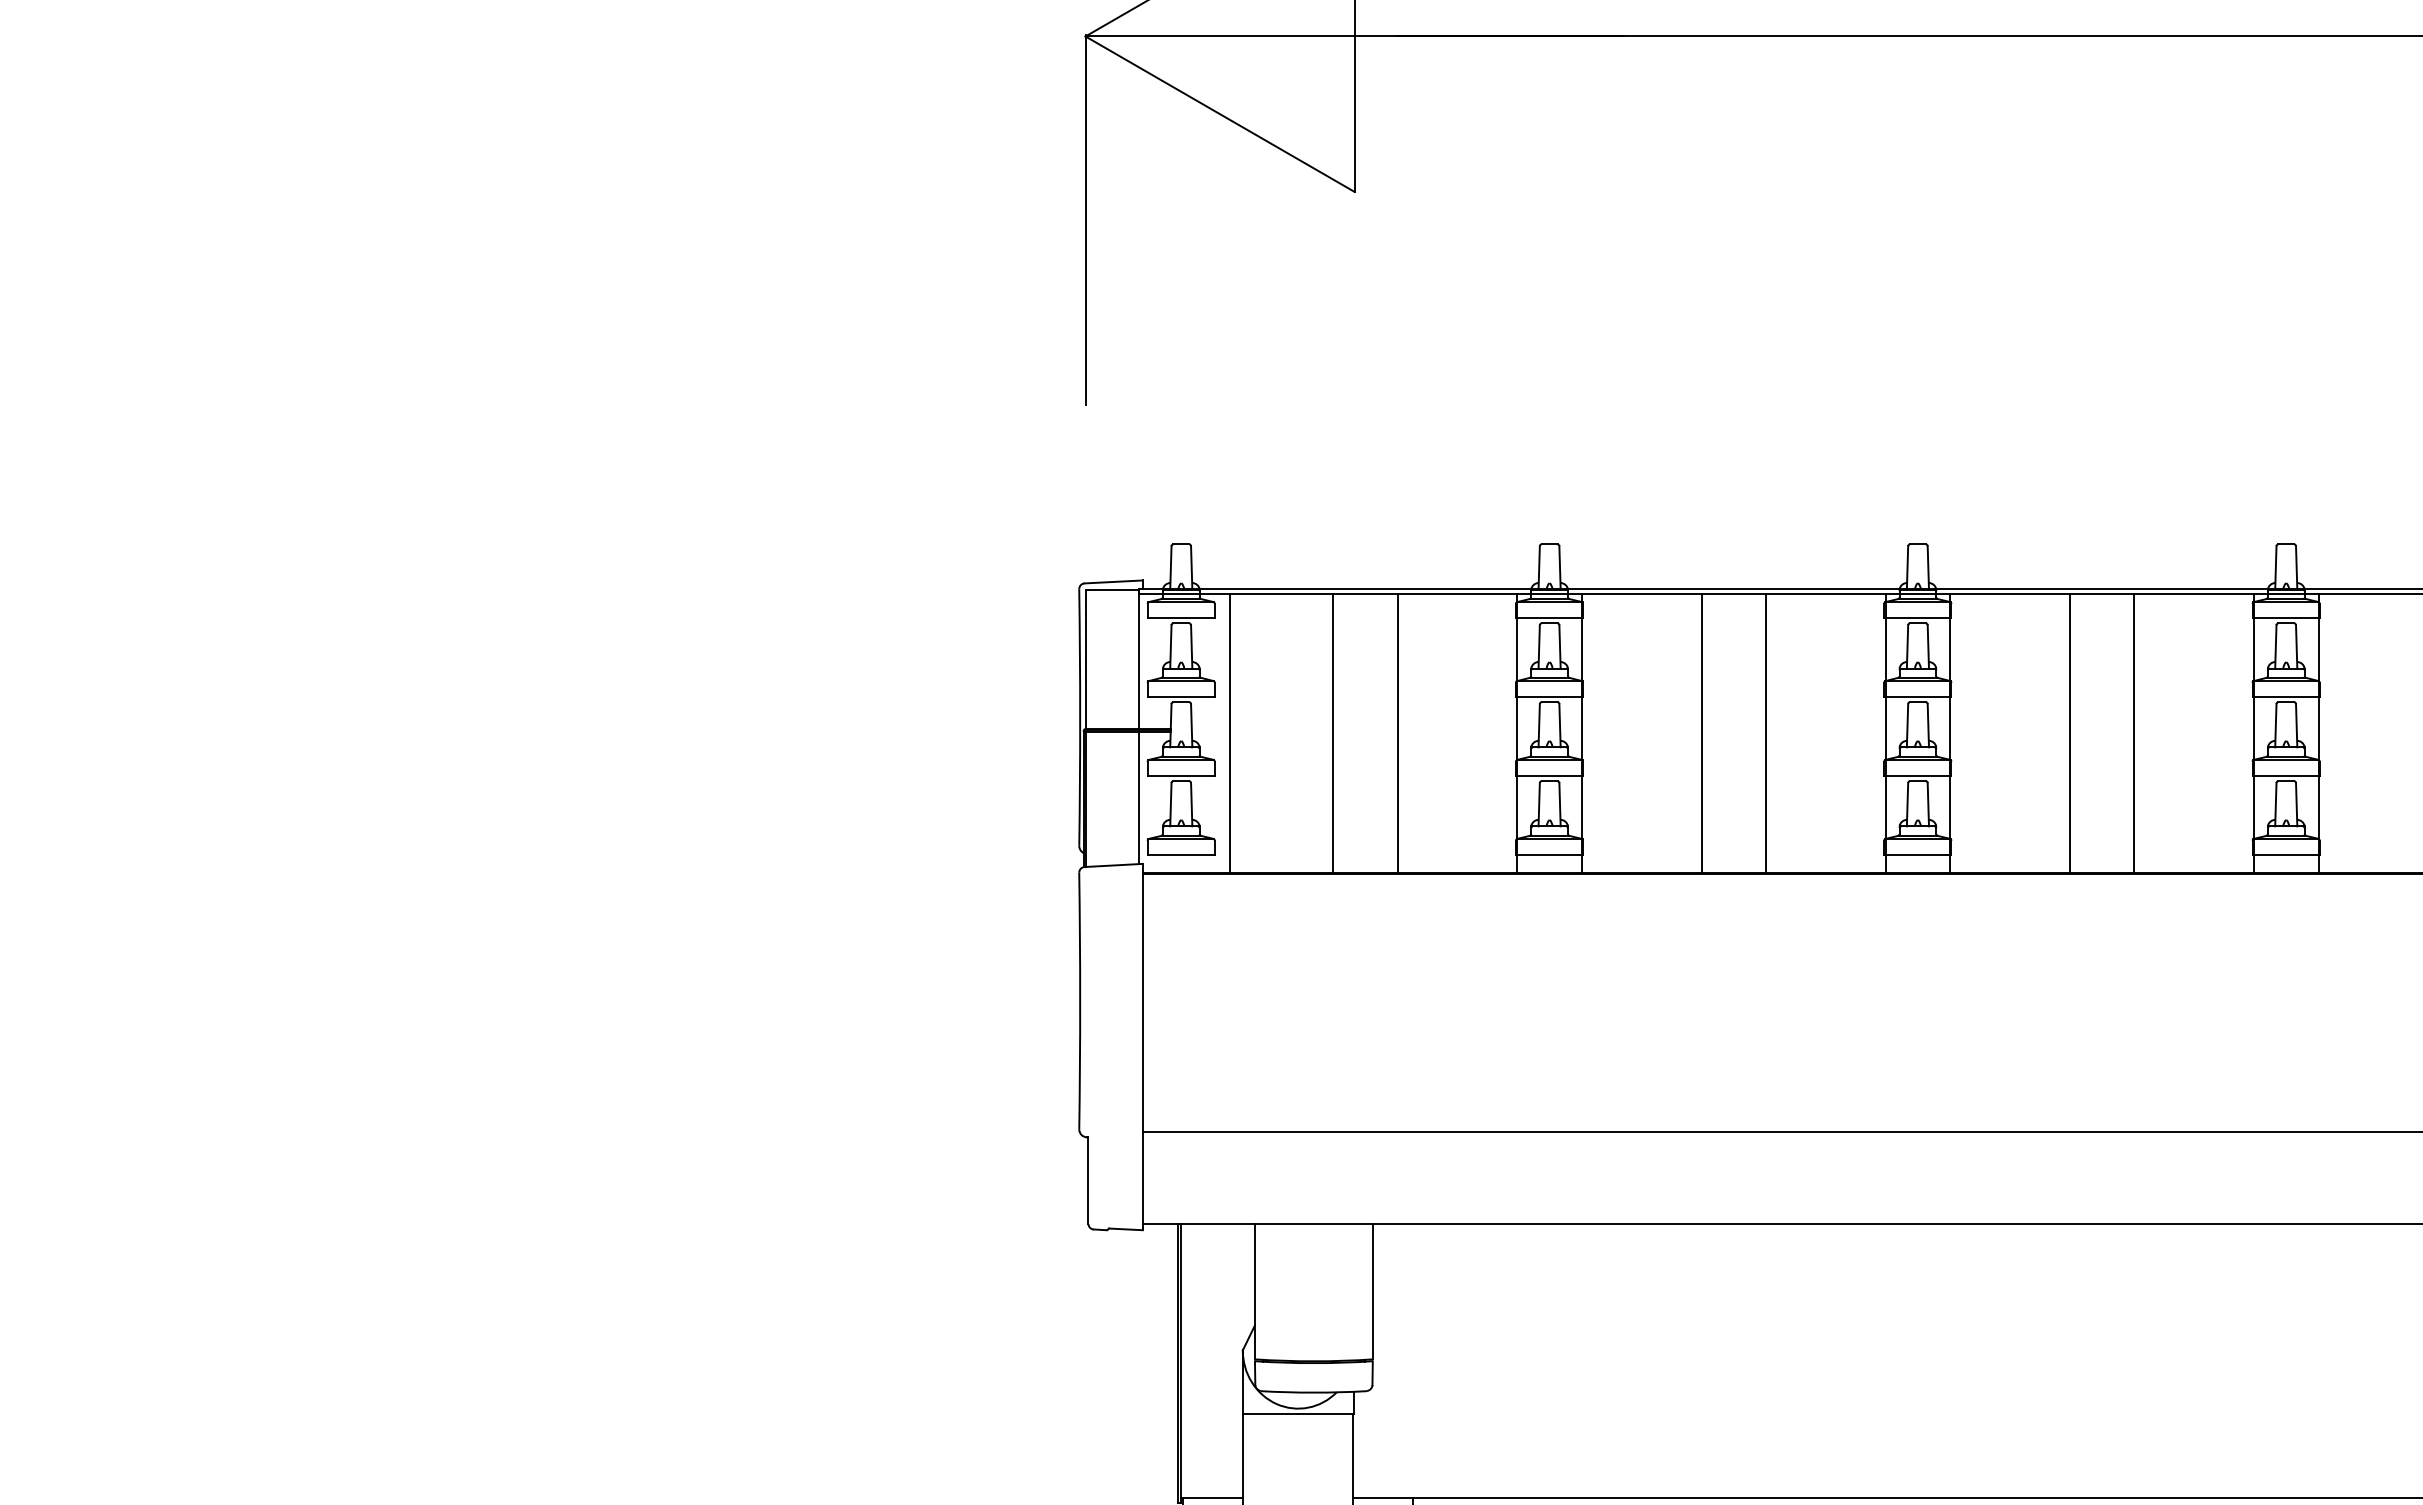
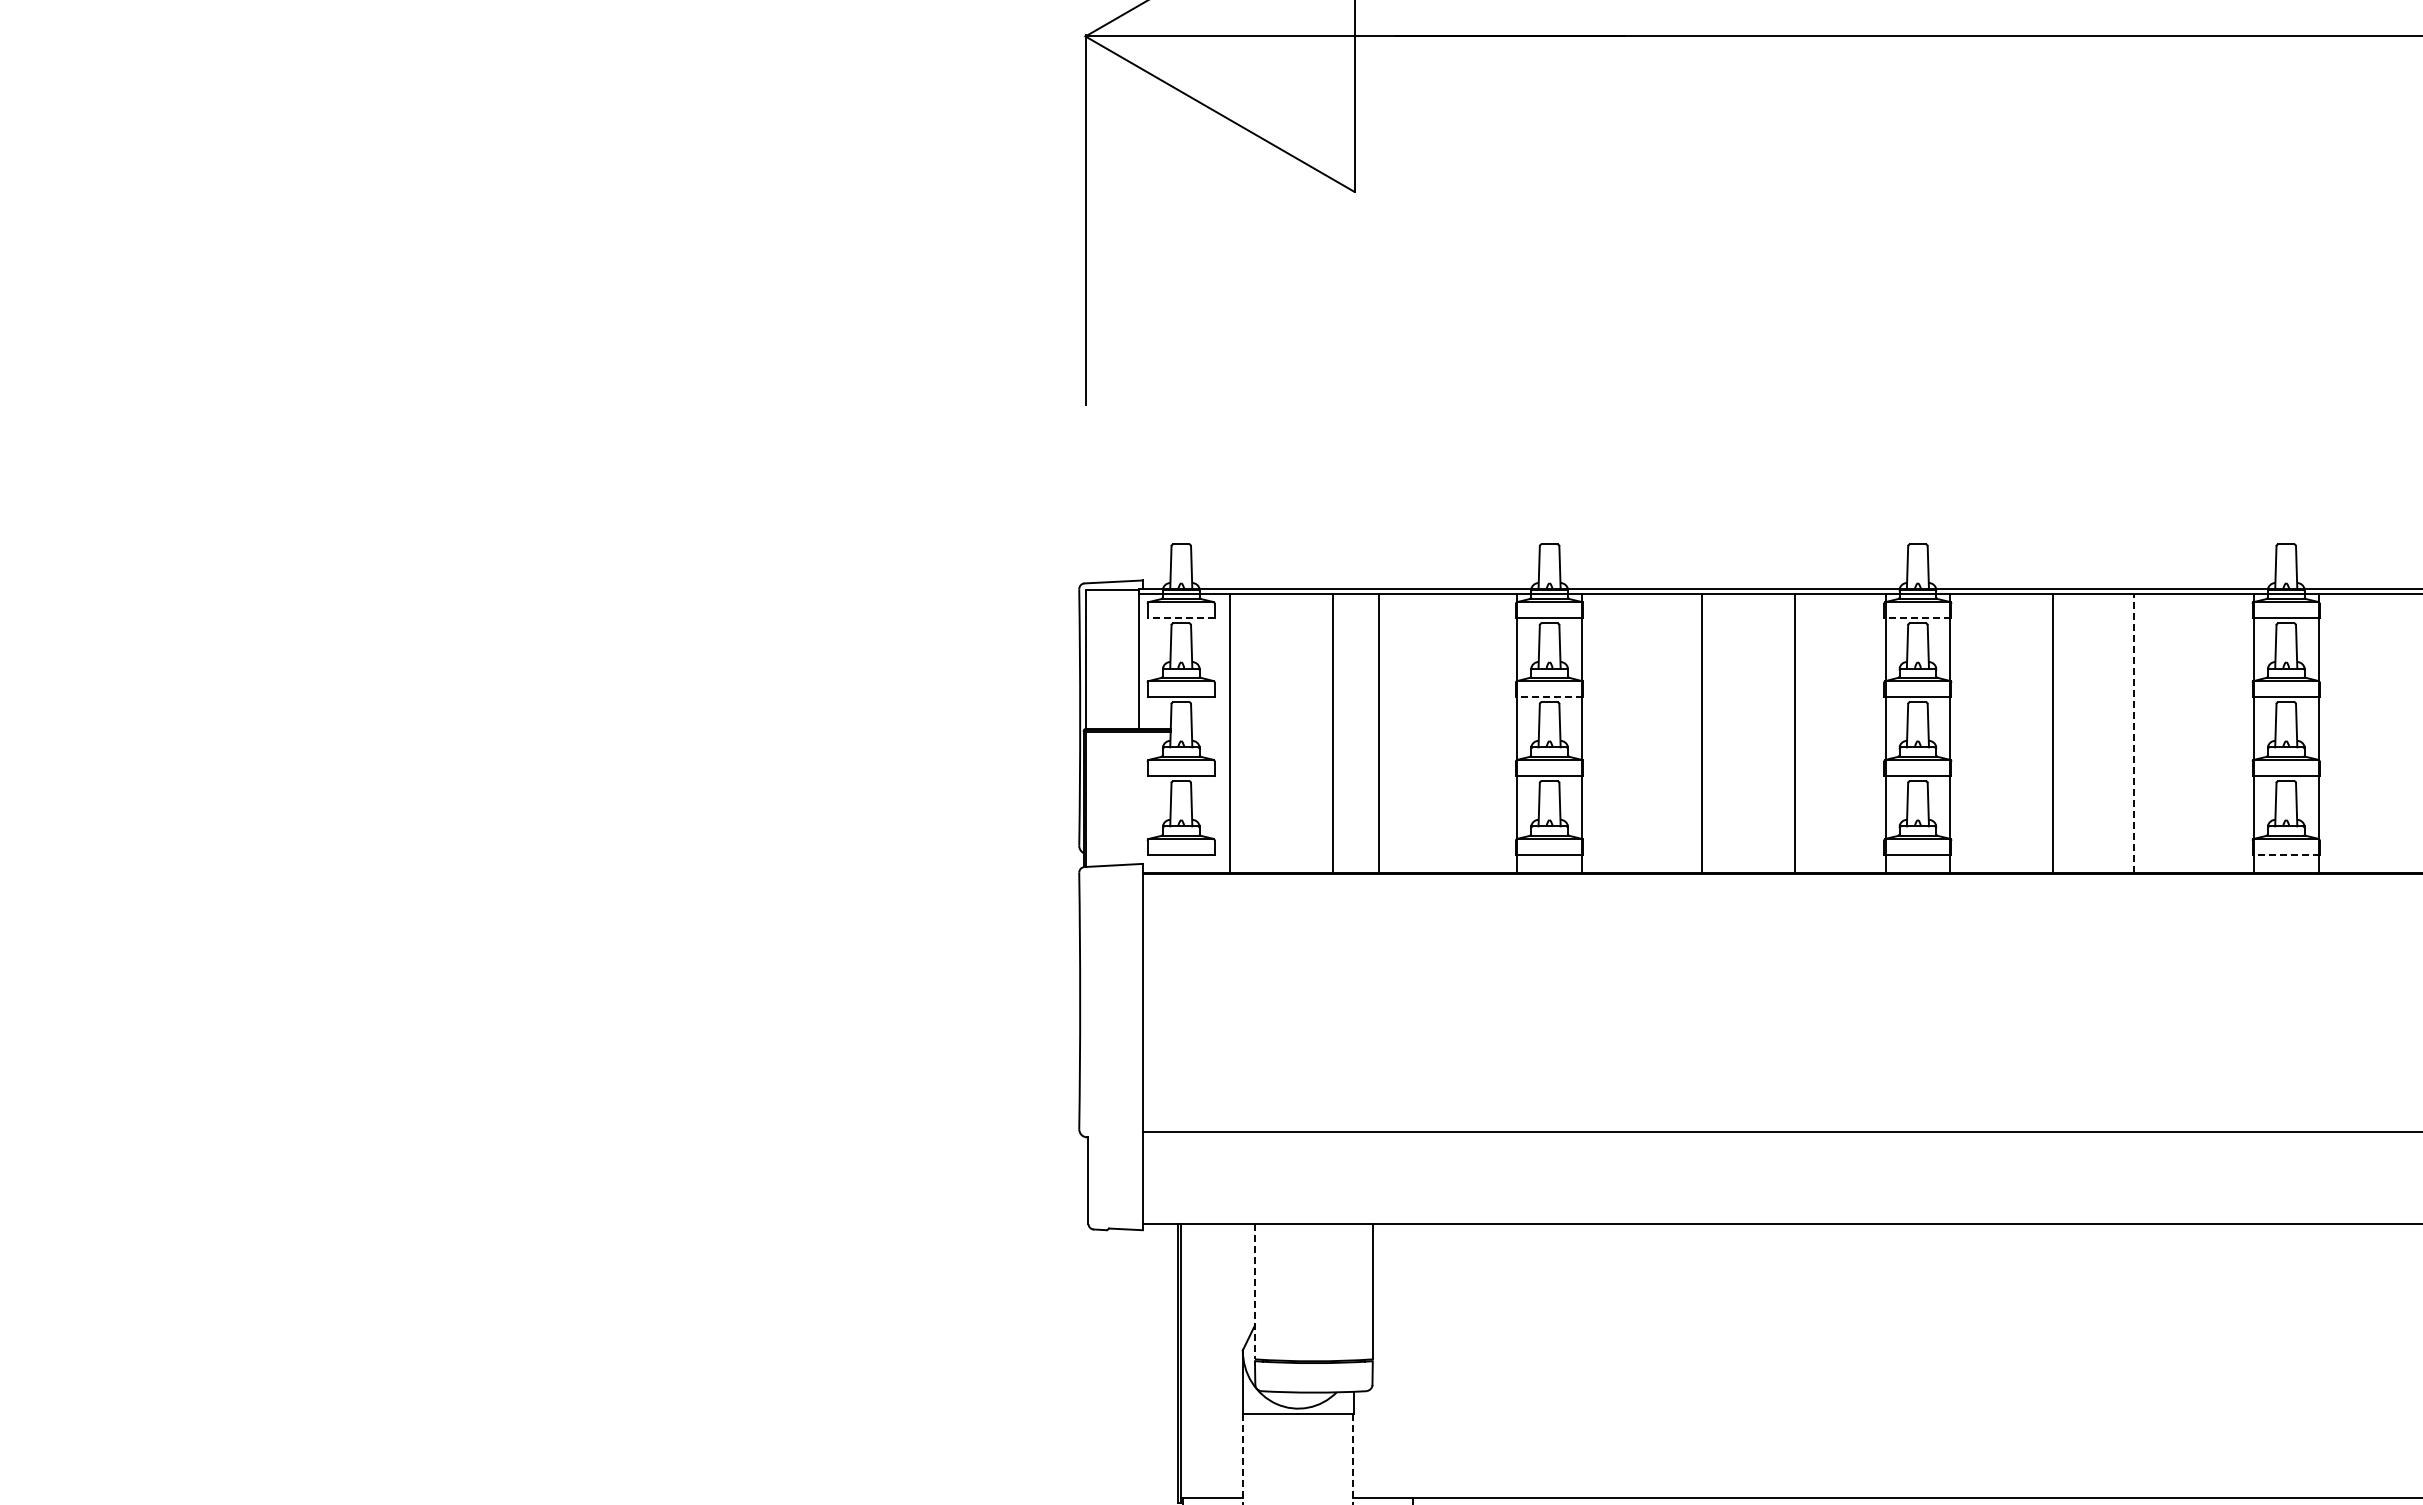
line at (1181, 618): solid -> dashed
line at (1917, 618): solid -> dashed
line at (1549, 697): solid -> dashed
line at (1397, 732) position: (1397, 732) -> (1378, 732)
line at (1766, 732) position: (1766, 732) -> (1795, 732)
line at (2069, 732) position: (2069, 732) -> (2052, 732)
line at (2134, 733): solid -> dashed
line at (1138, 798): present -> none
line at (2286, 854): solid -> dashed
line at (1254, 1291): solid -> dashed
line at (1242, 1459): solid -> dashed
line at (1353, 1459): solid -> dashed
